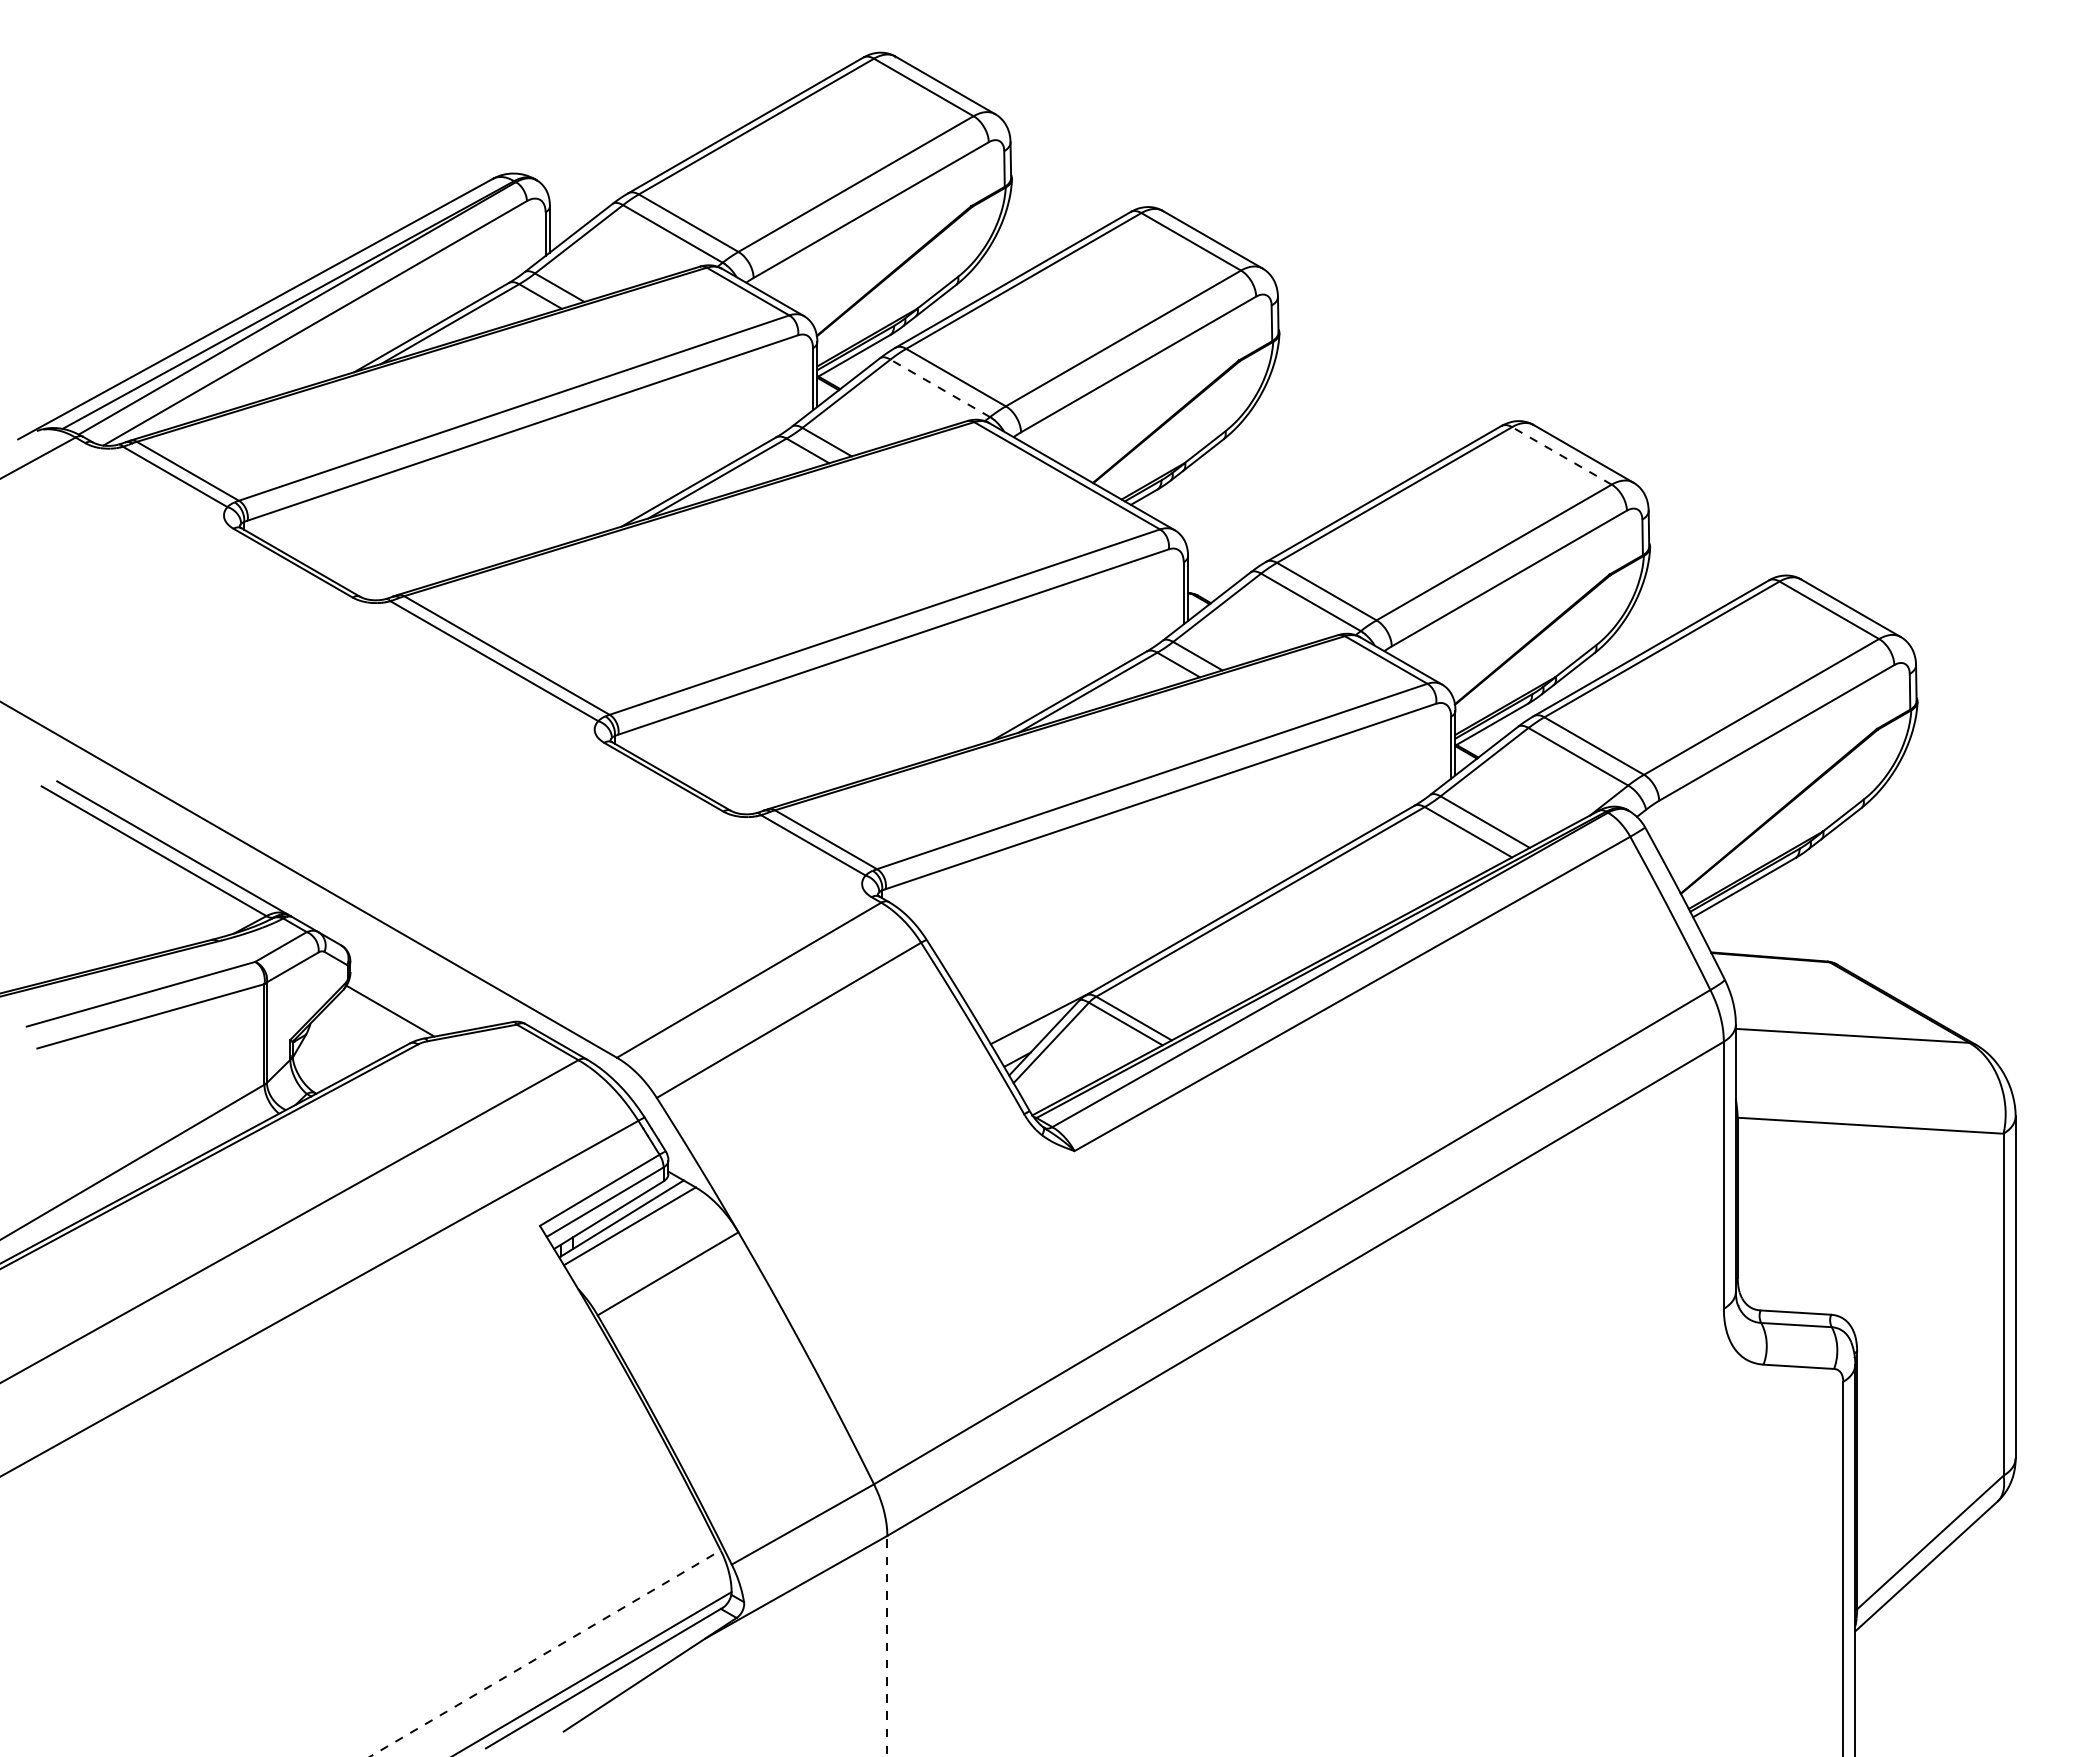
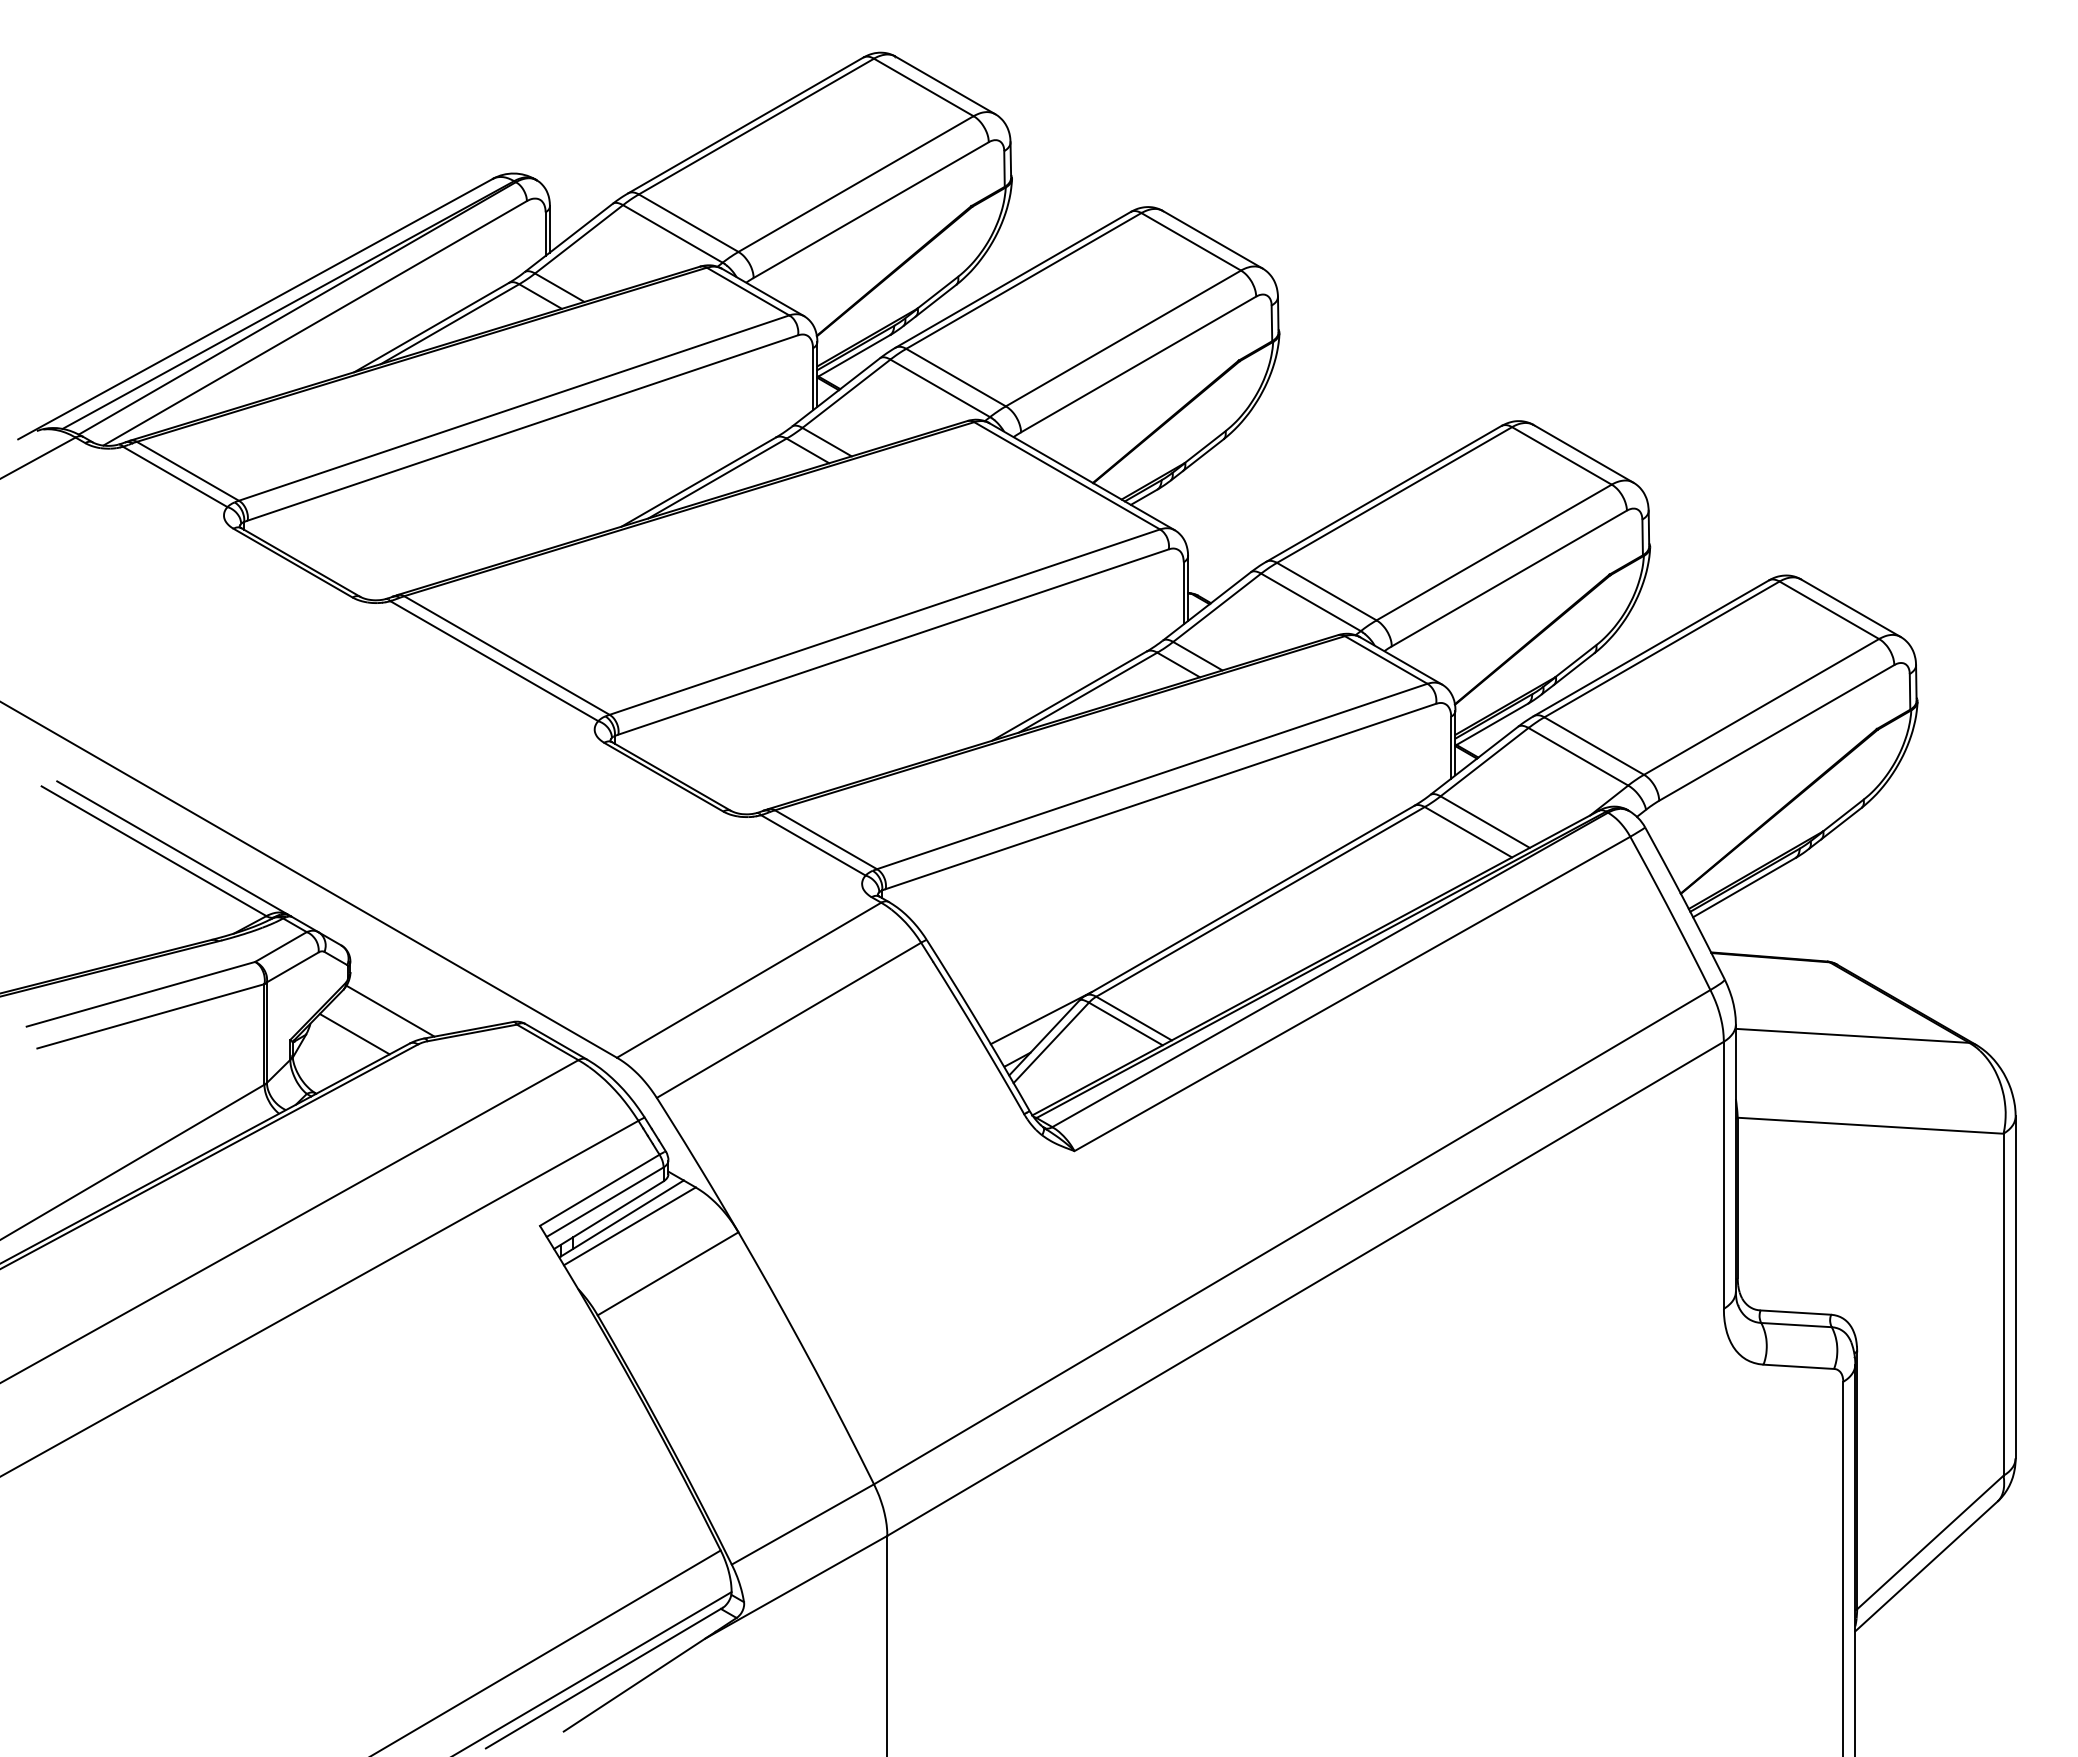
line at (940, 388): dashed -> solid
line at (1561, 455): dashed -> solid
line at (354, 1034): none -> present
line at (887, 1645): dashed -> solid
line at (545, 1653): dashed -> solid
